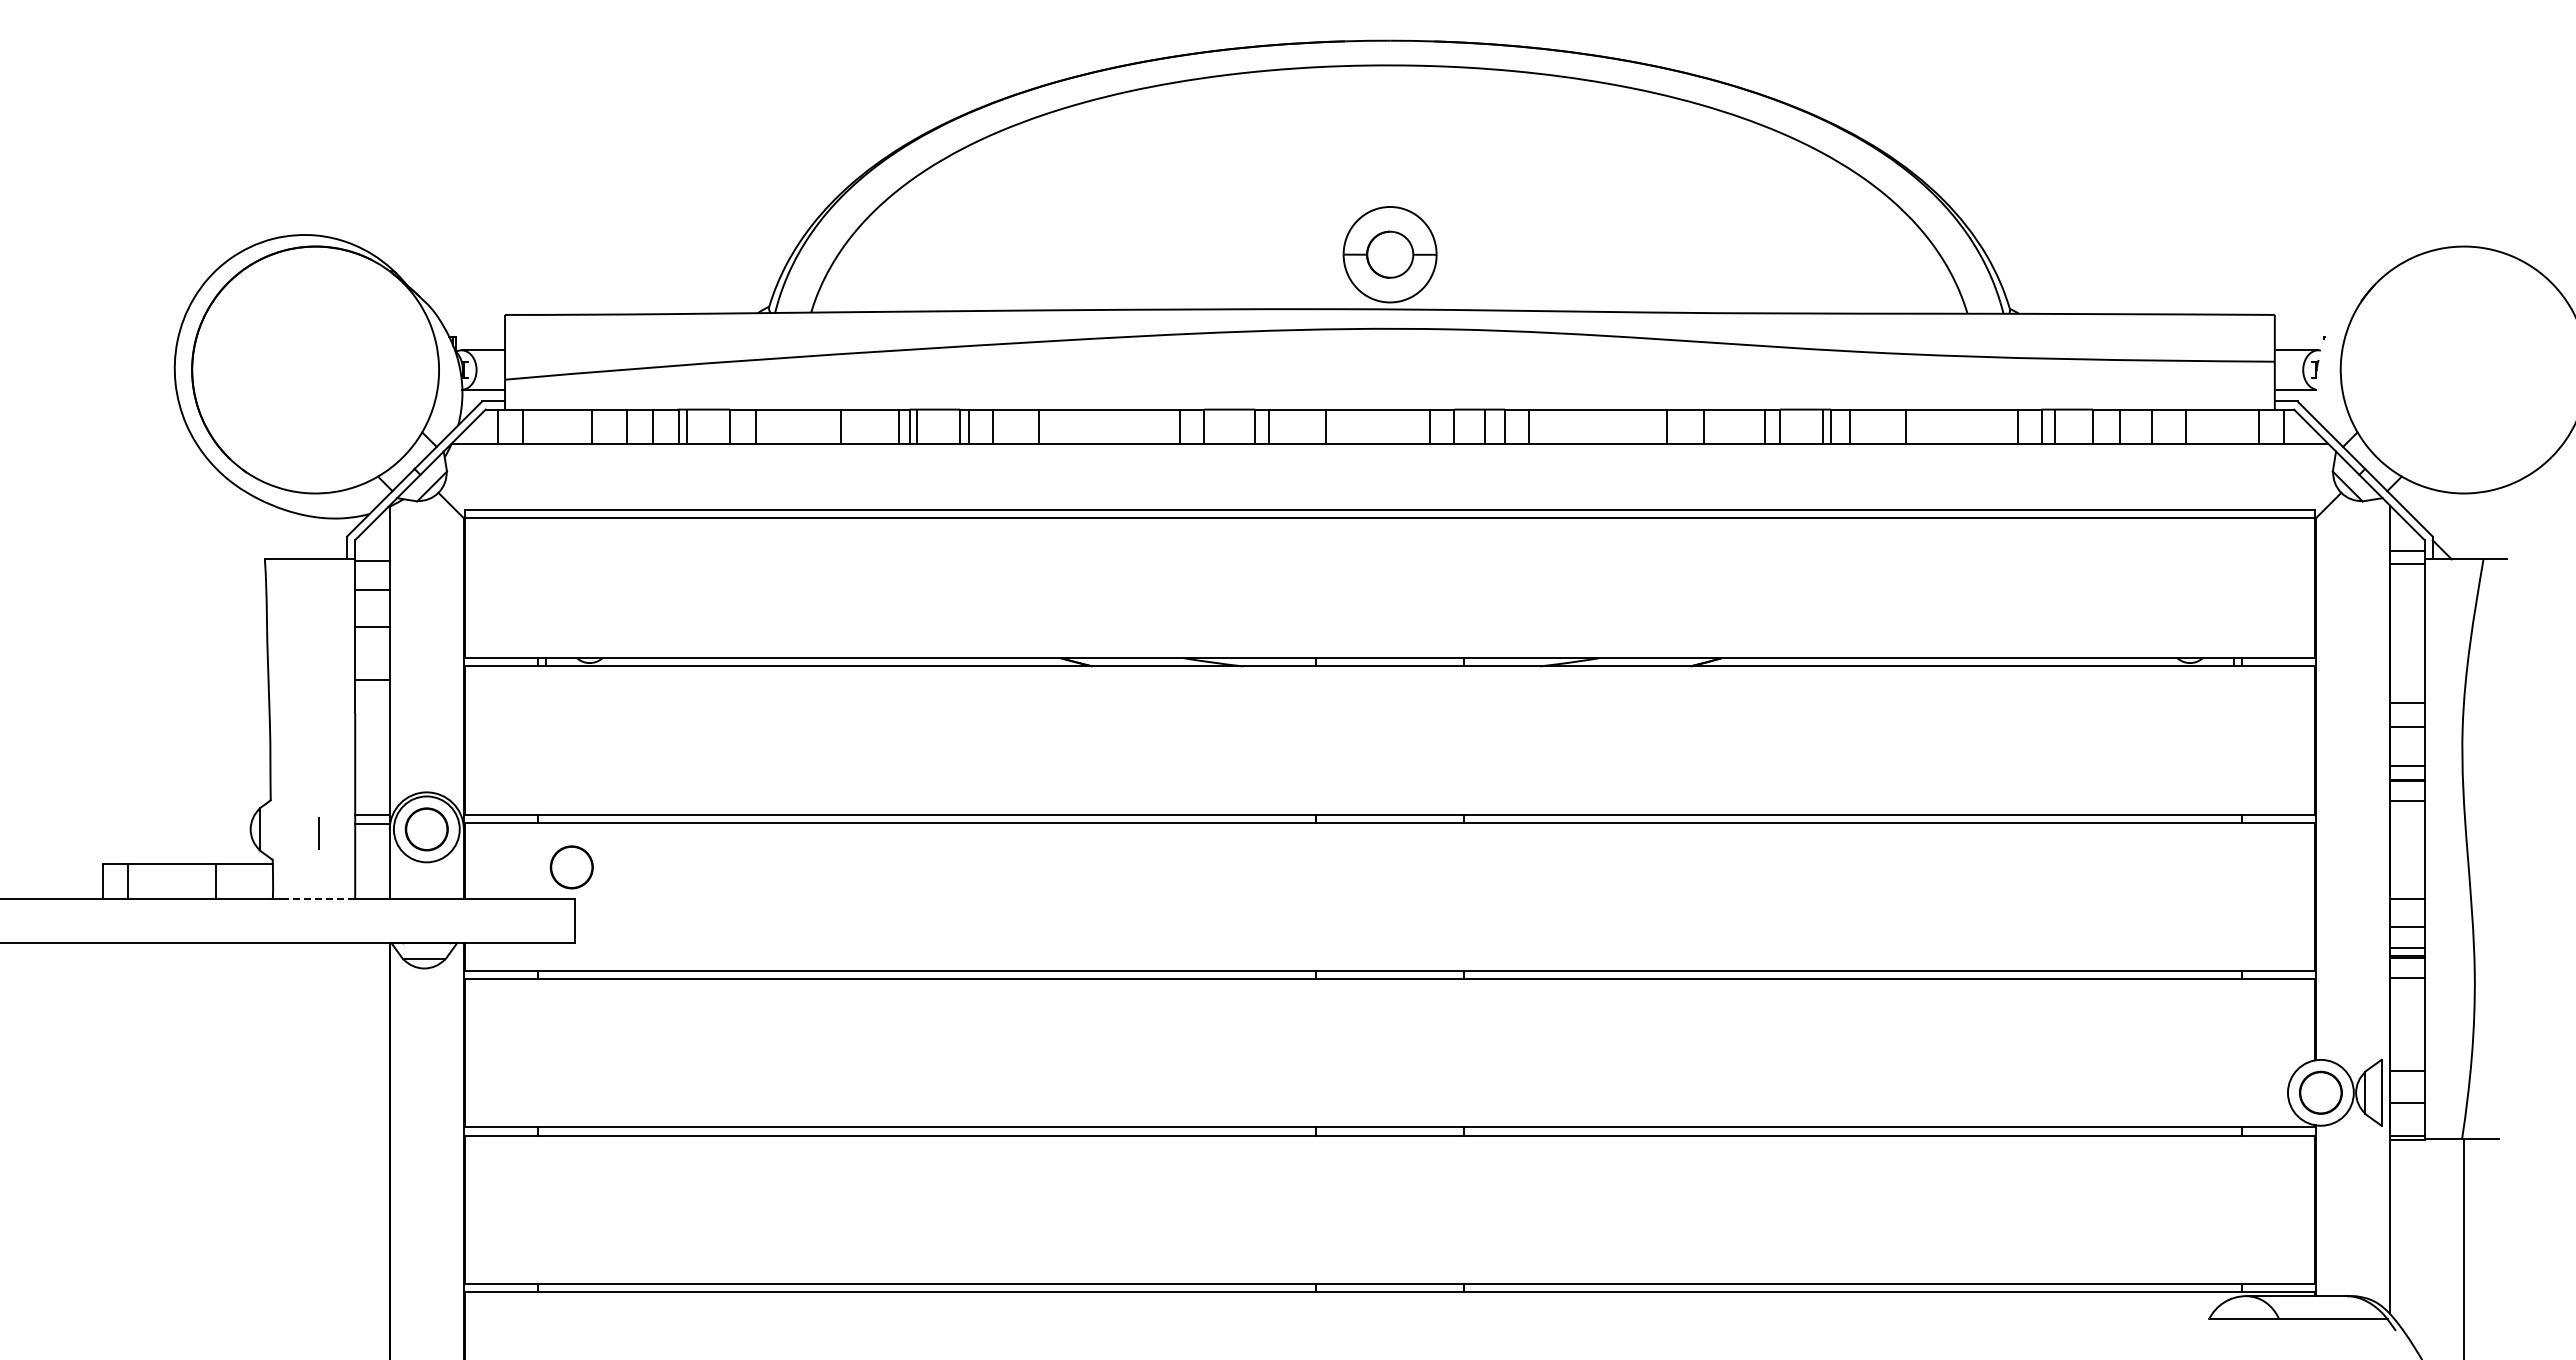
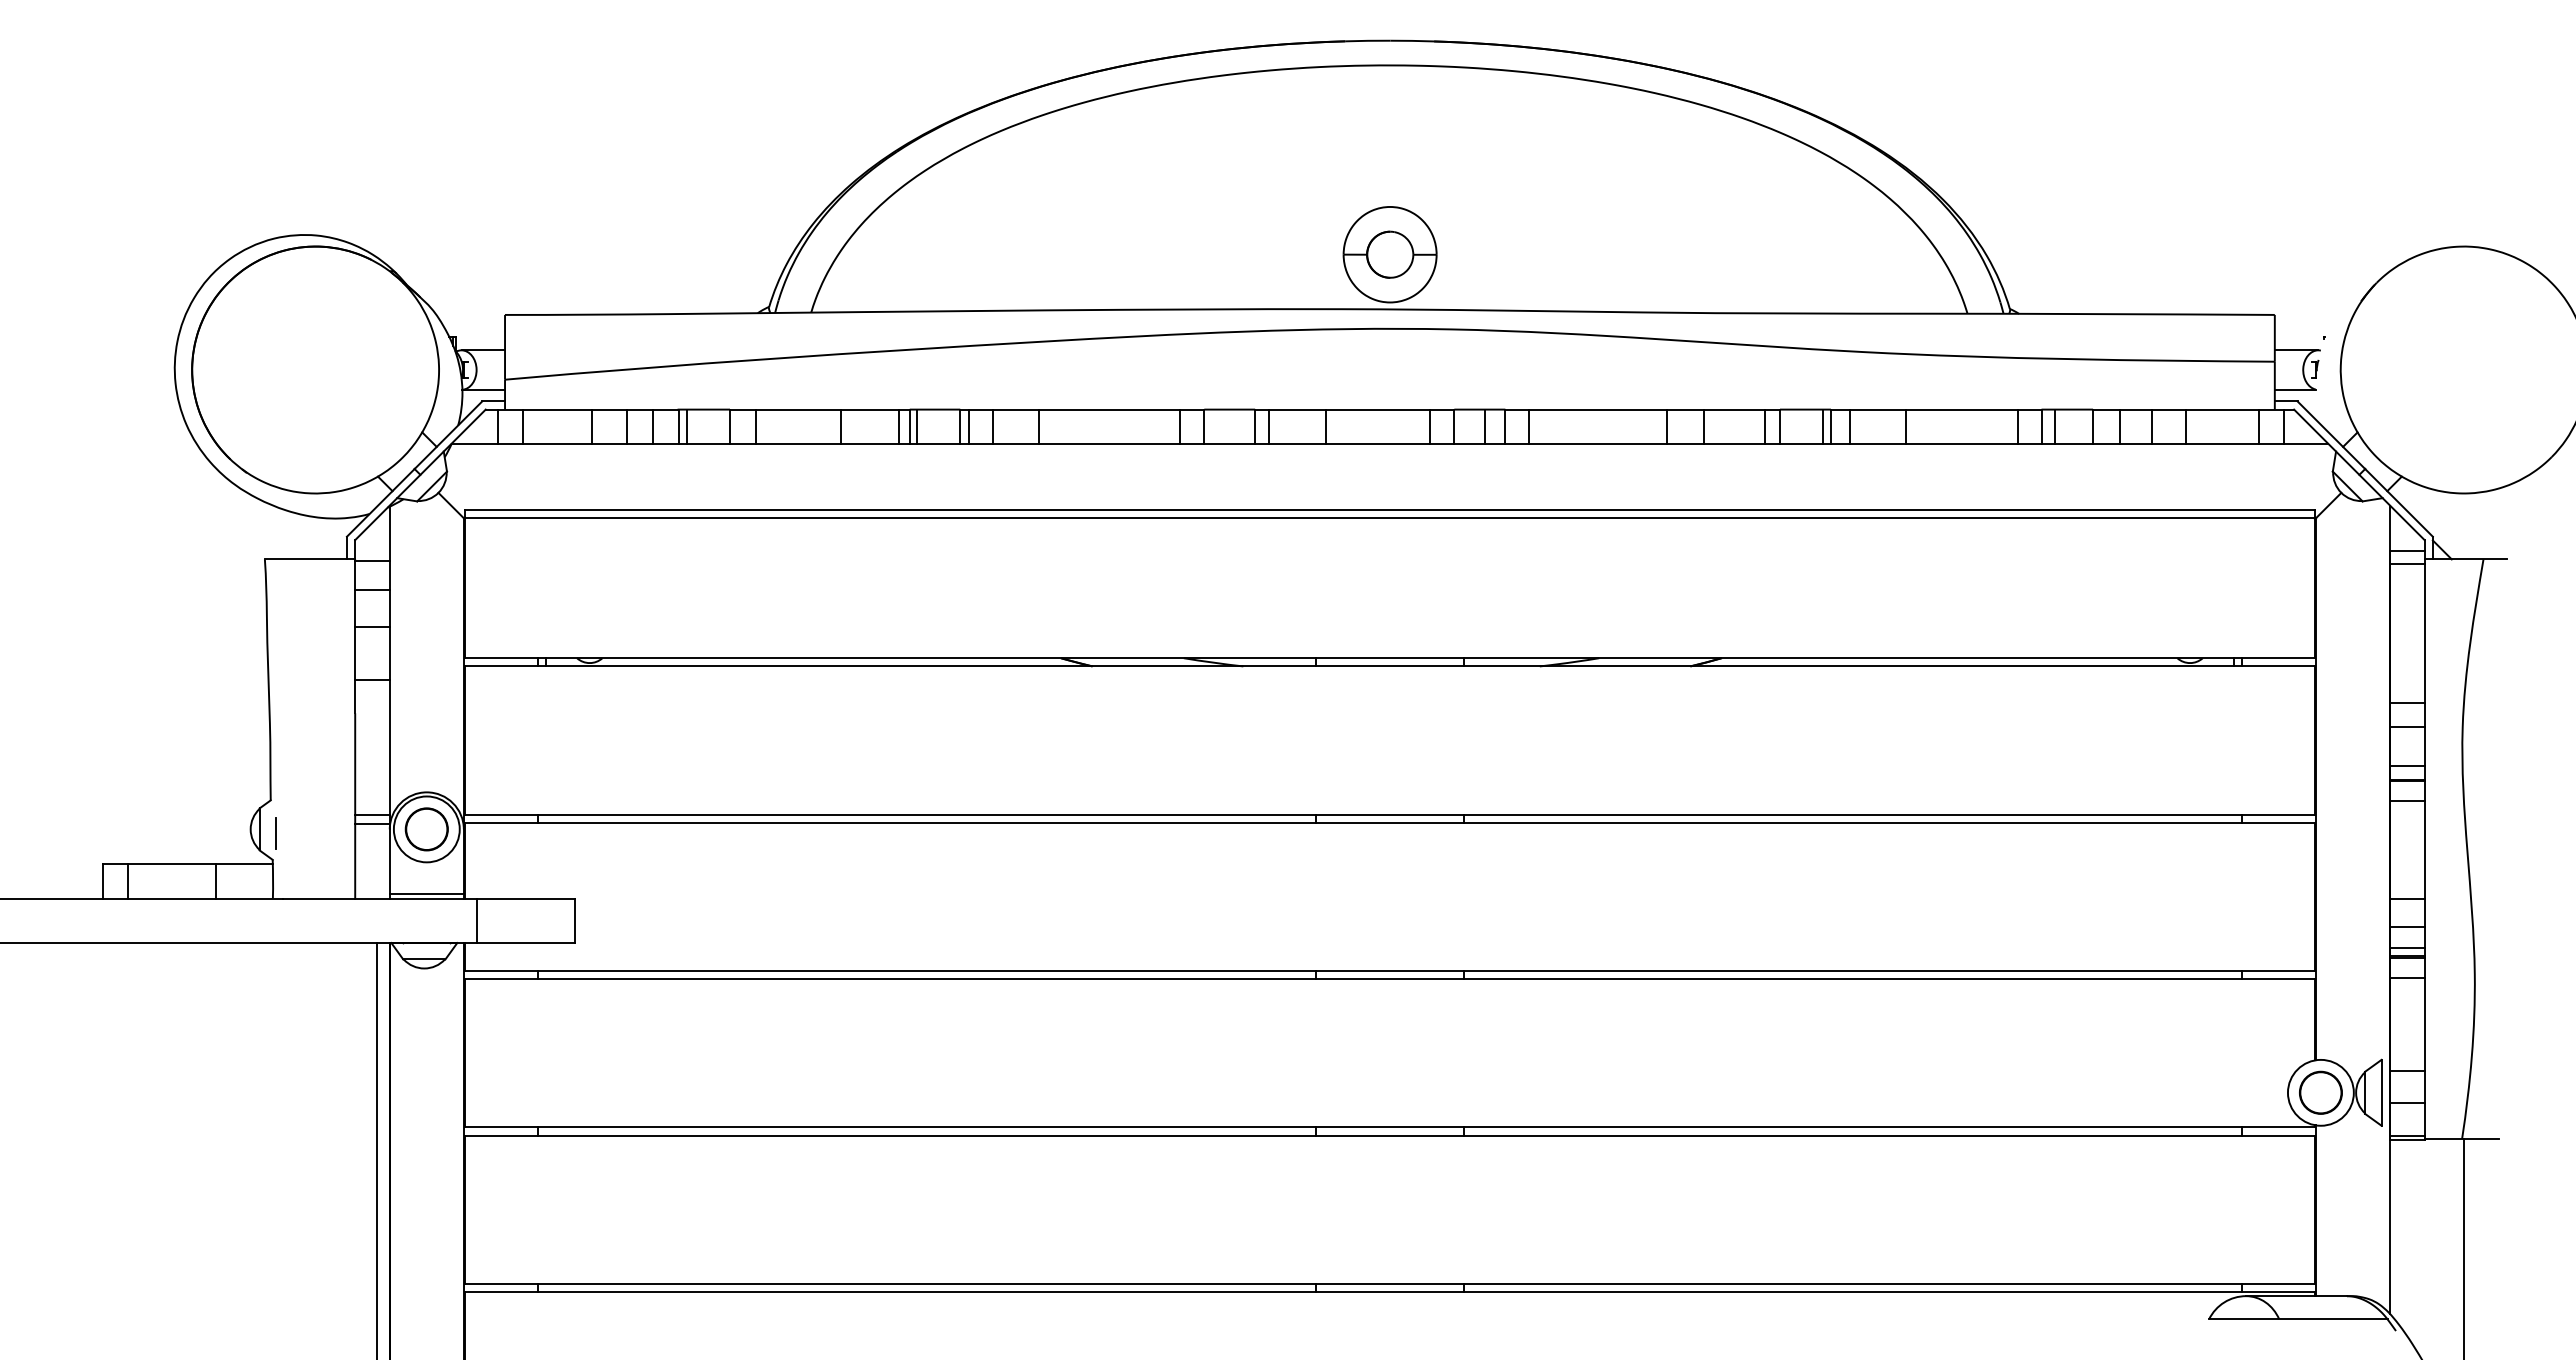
line at (318, 833) position: (318, 833) -> (275, 833)
circle at (571, 867): present -> none
line at (426, 893): none -> present
line at (318, 898): dashed -> solid
line at (476, 920): none -> present
line at (377, 1149): none -> present
